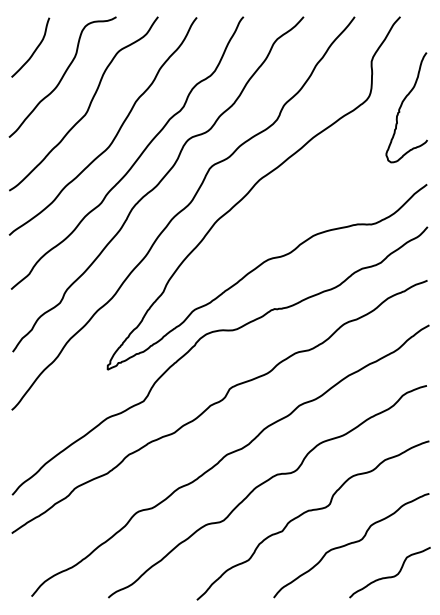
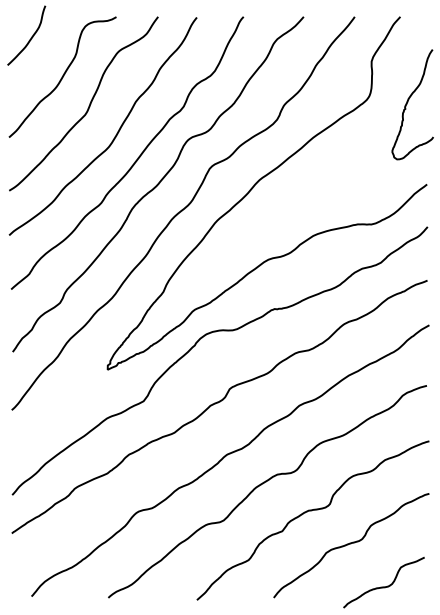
curve at (34, 50) position: (34, 50) -> (30, 38)
curve at (402, 105) position: (402, 105) -> (408, 102)
curve at (389, 576) position: (389, 576) -> (383, 586)
